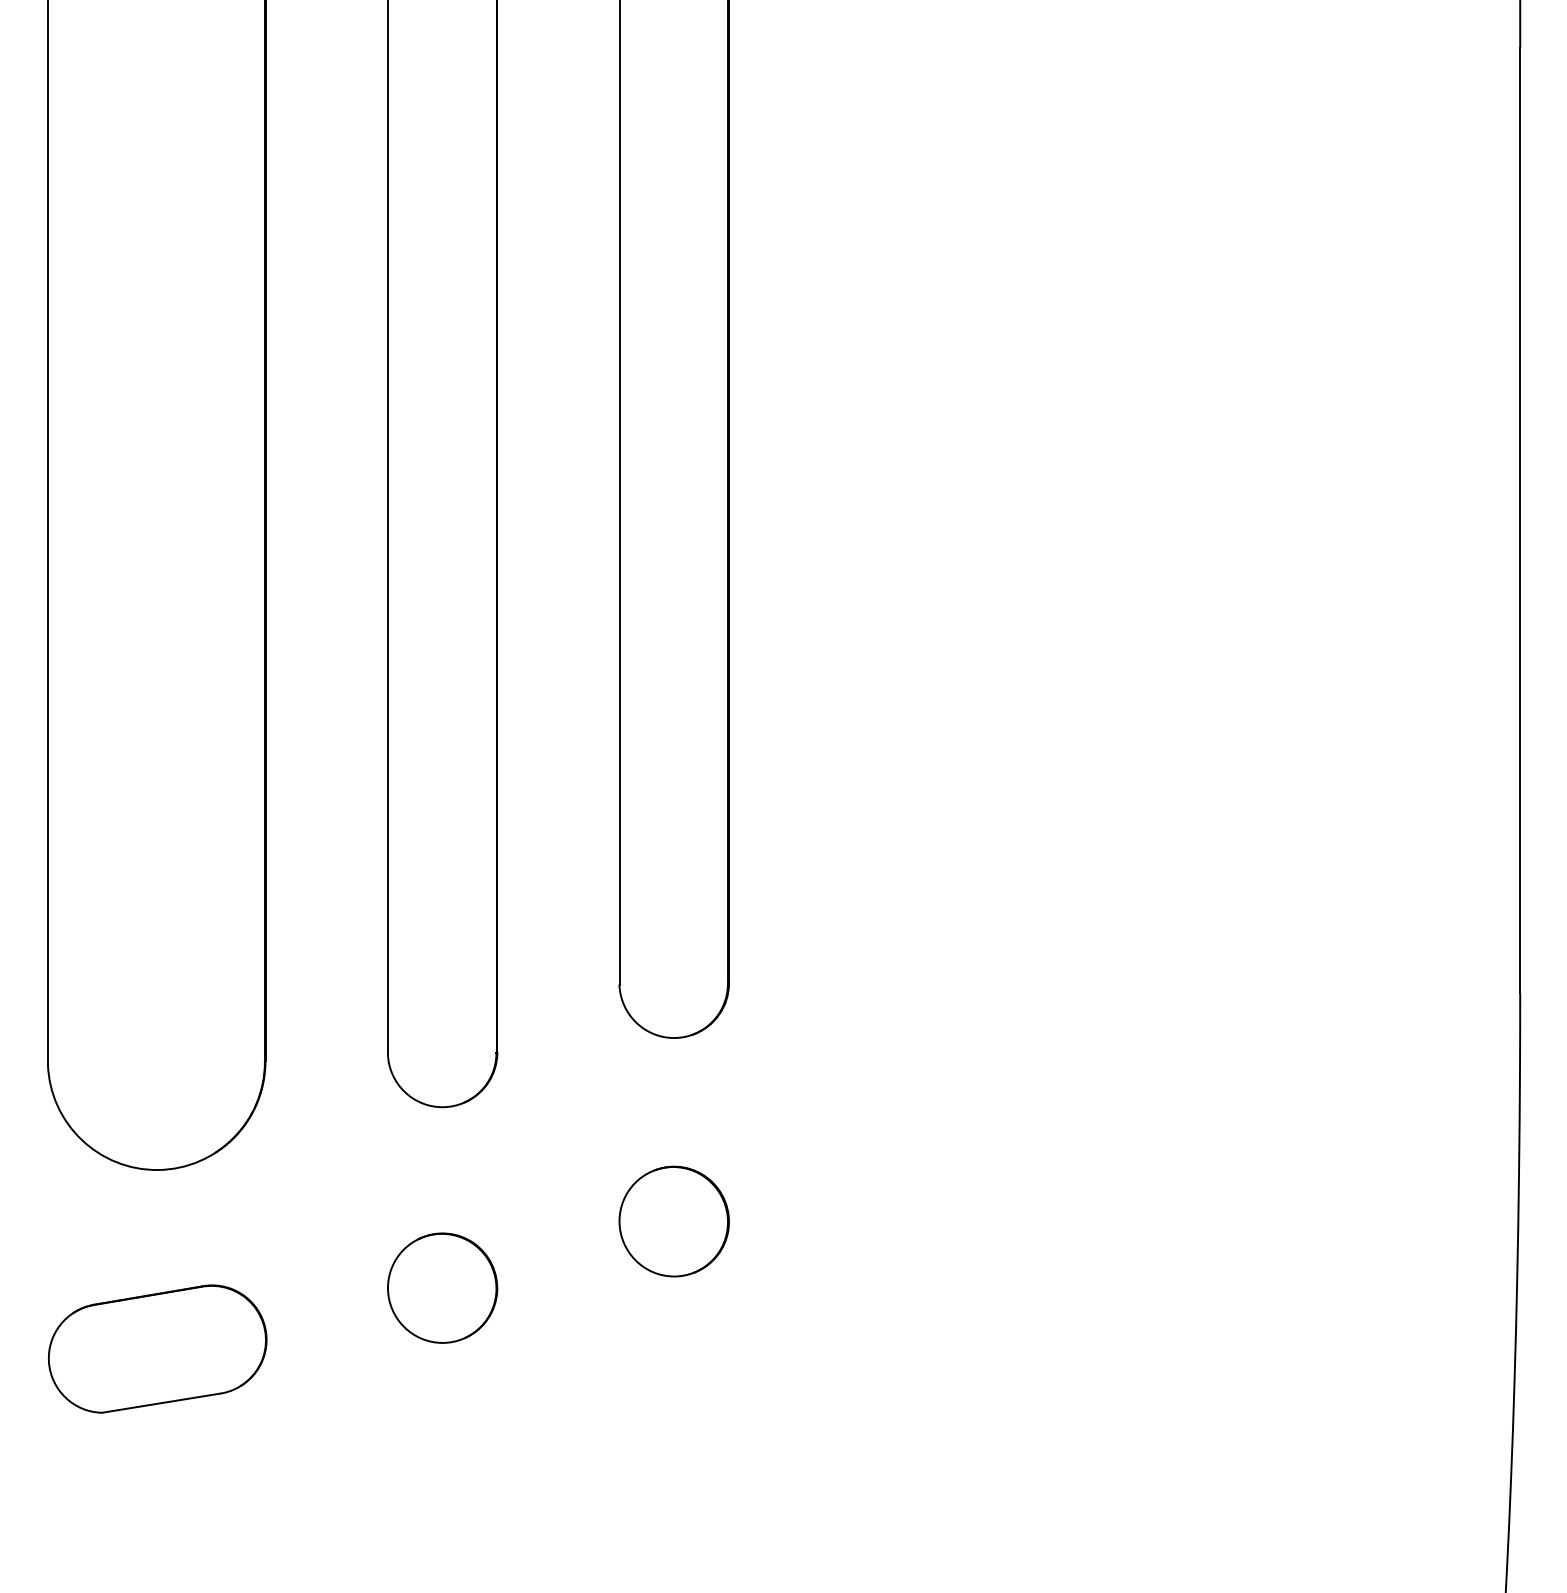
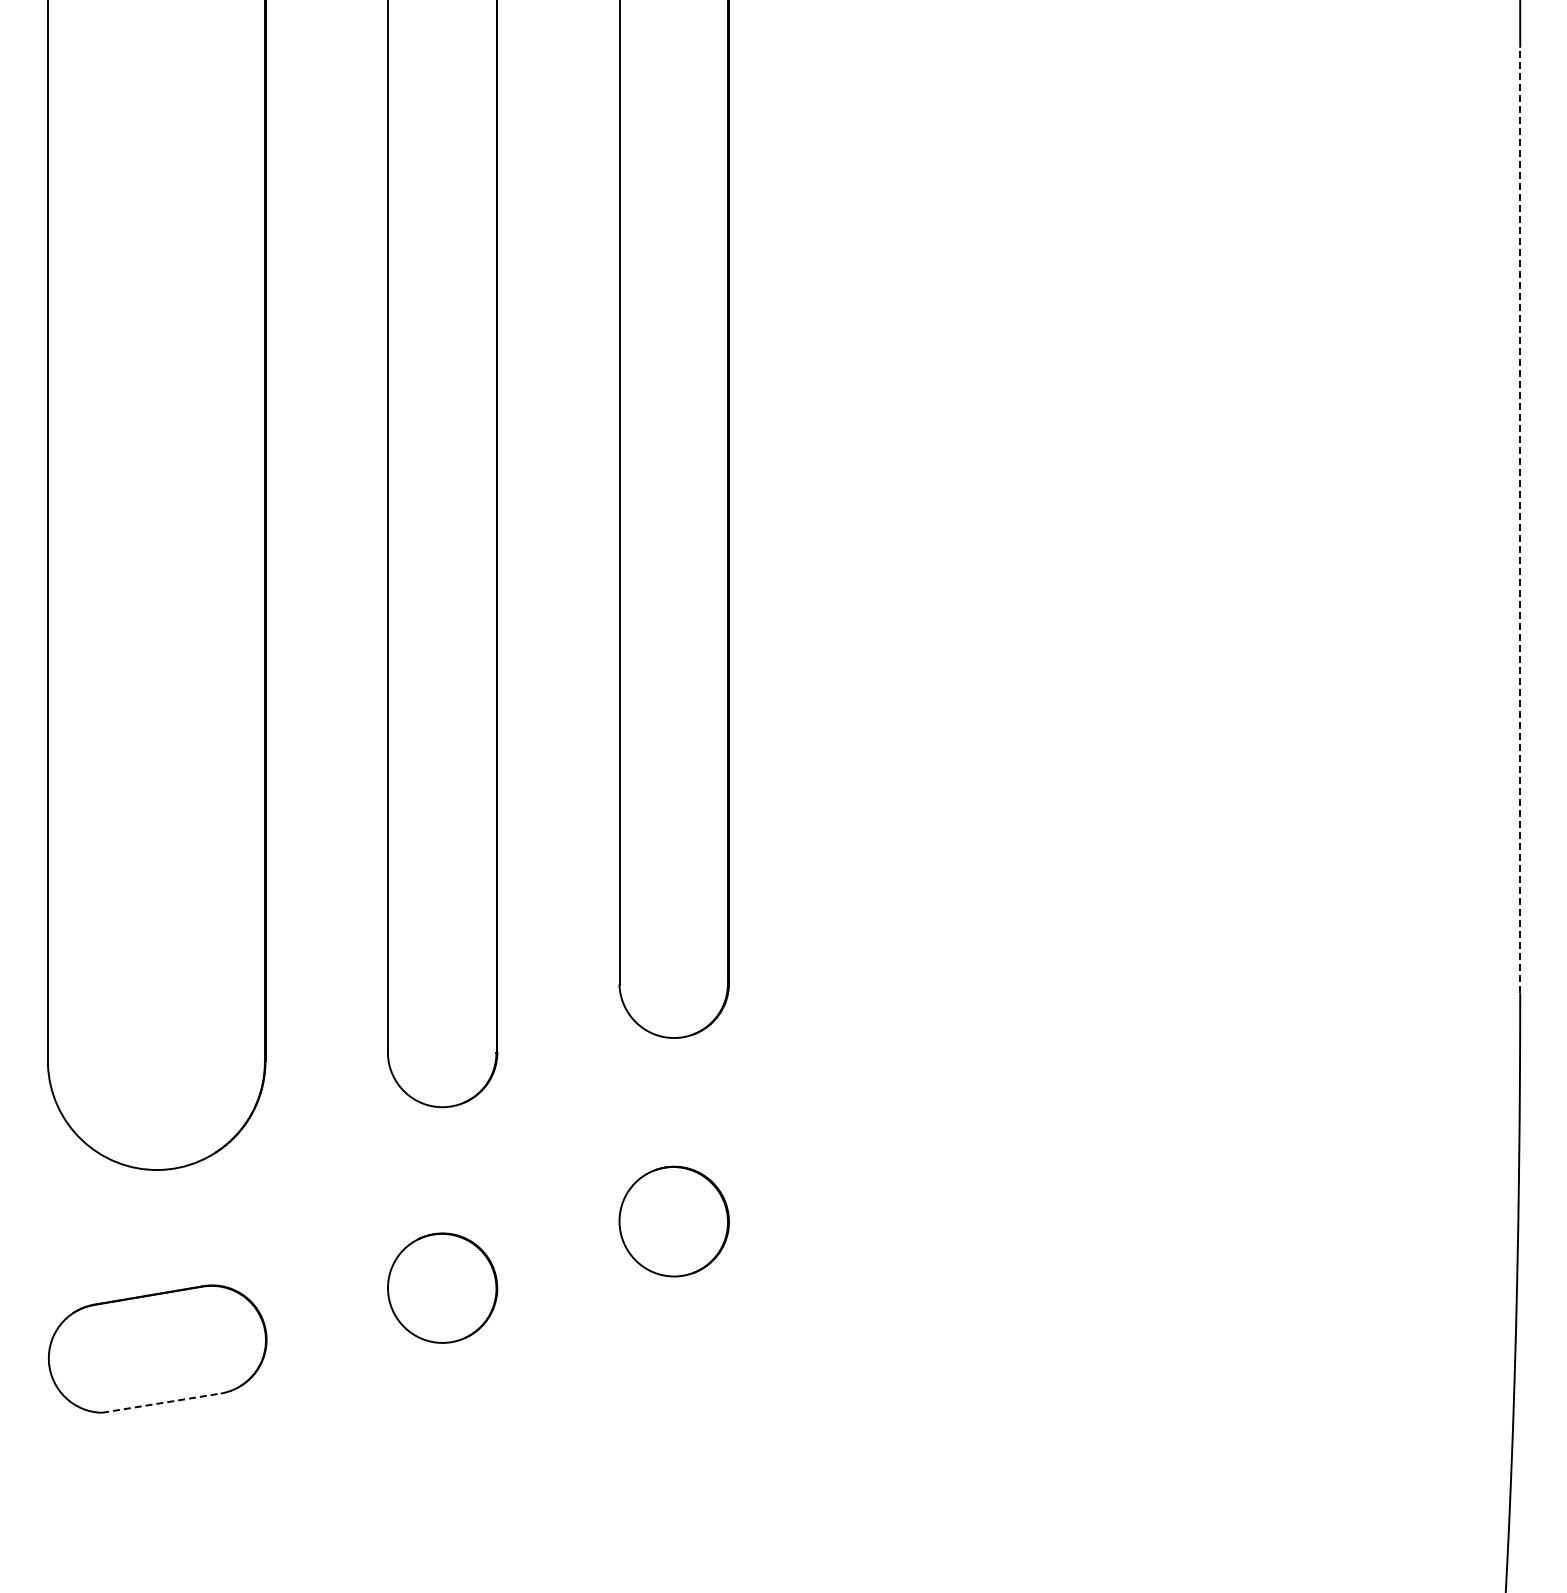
line at (1520, 520): solid -> dashed
line at (161, 1403): solid -> dashed
